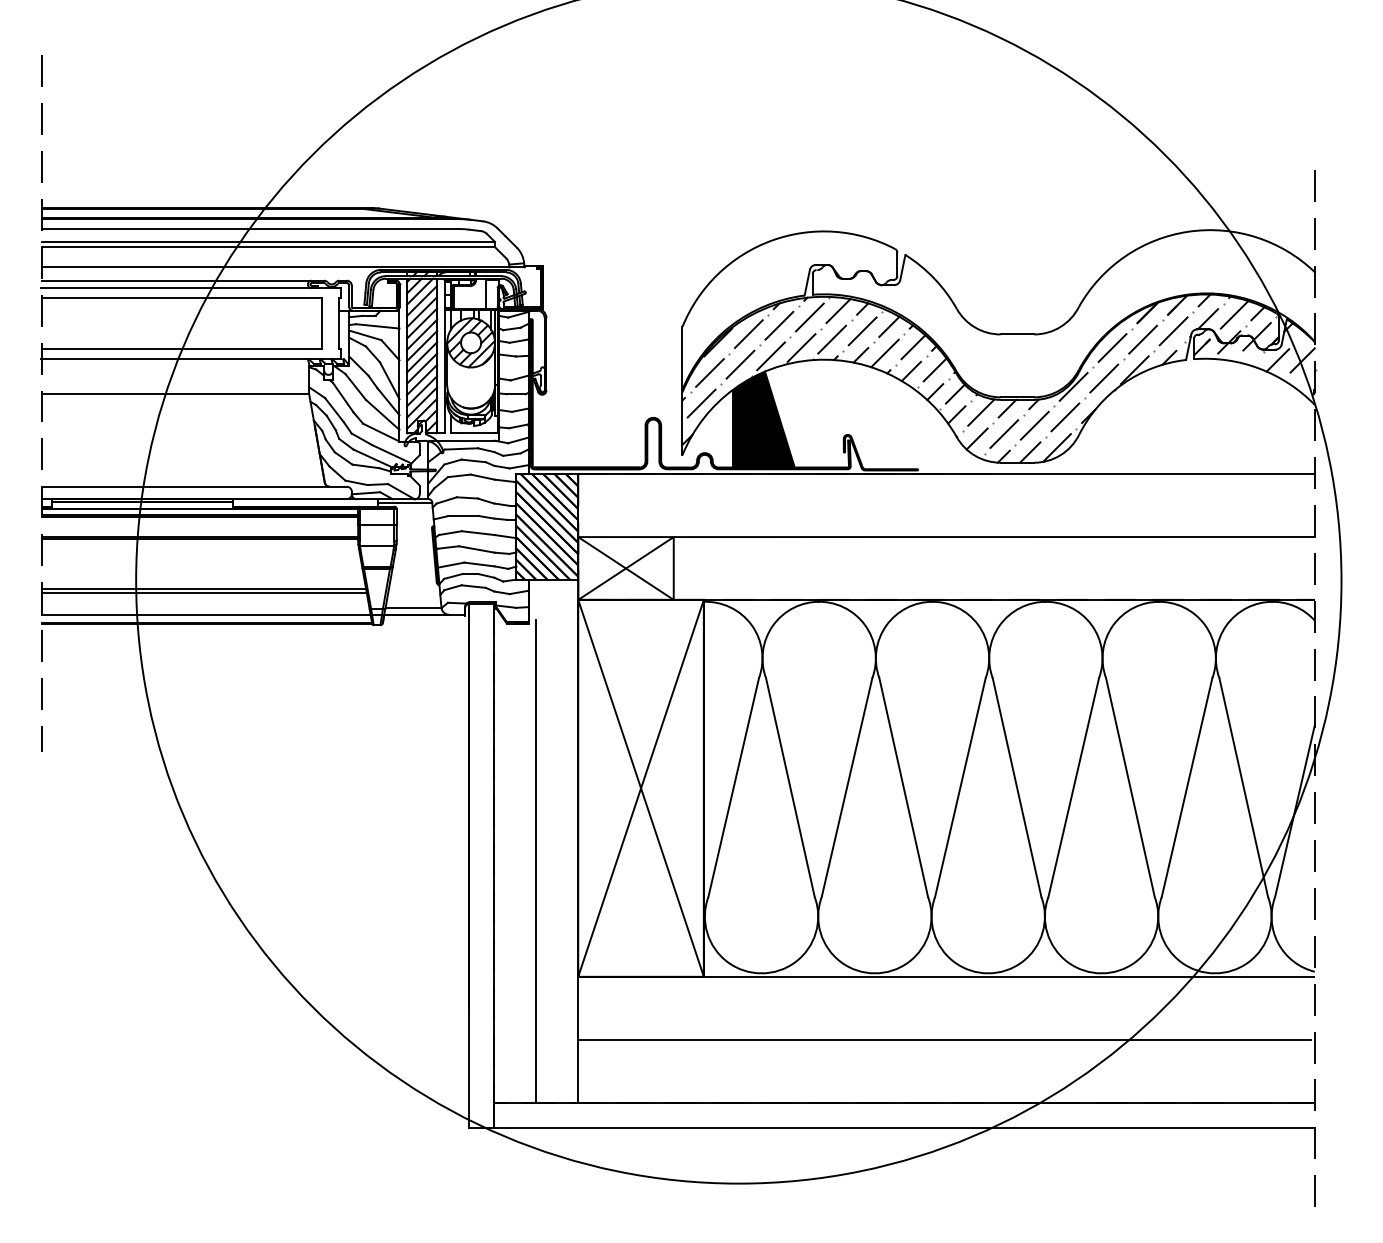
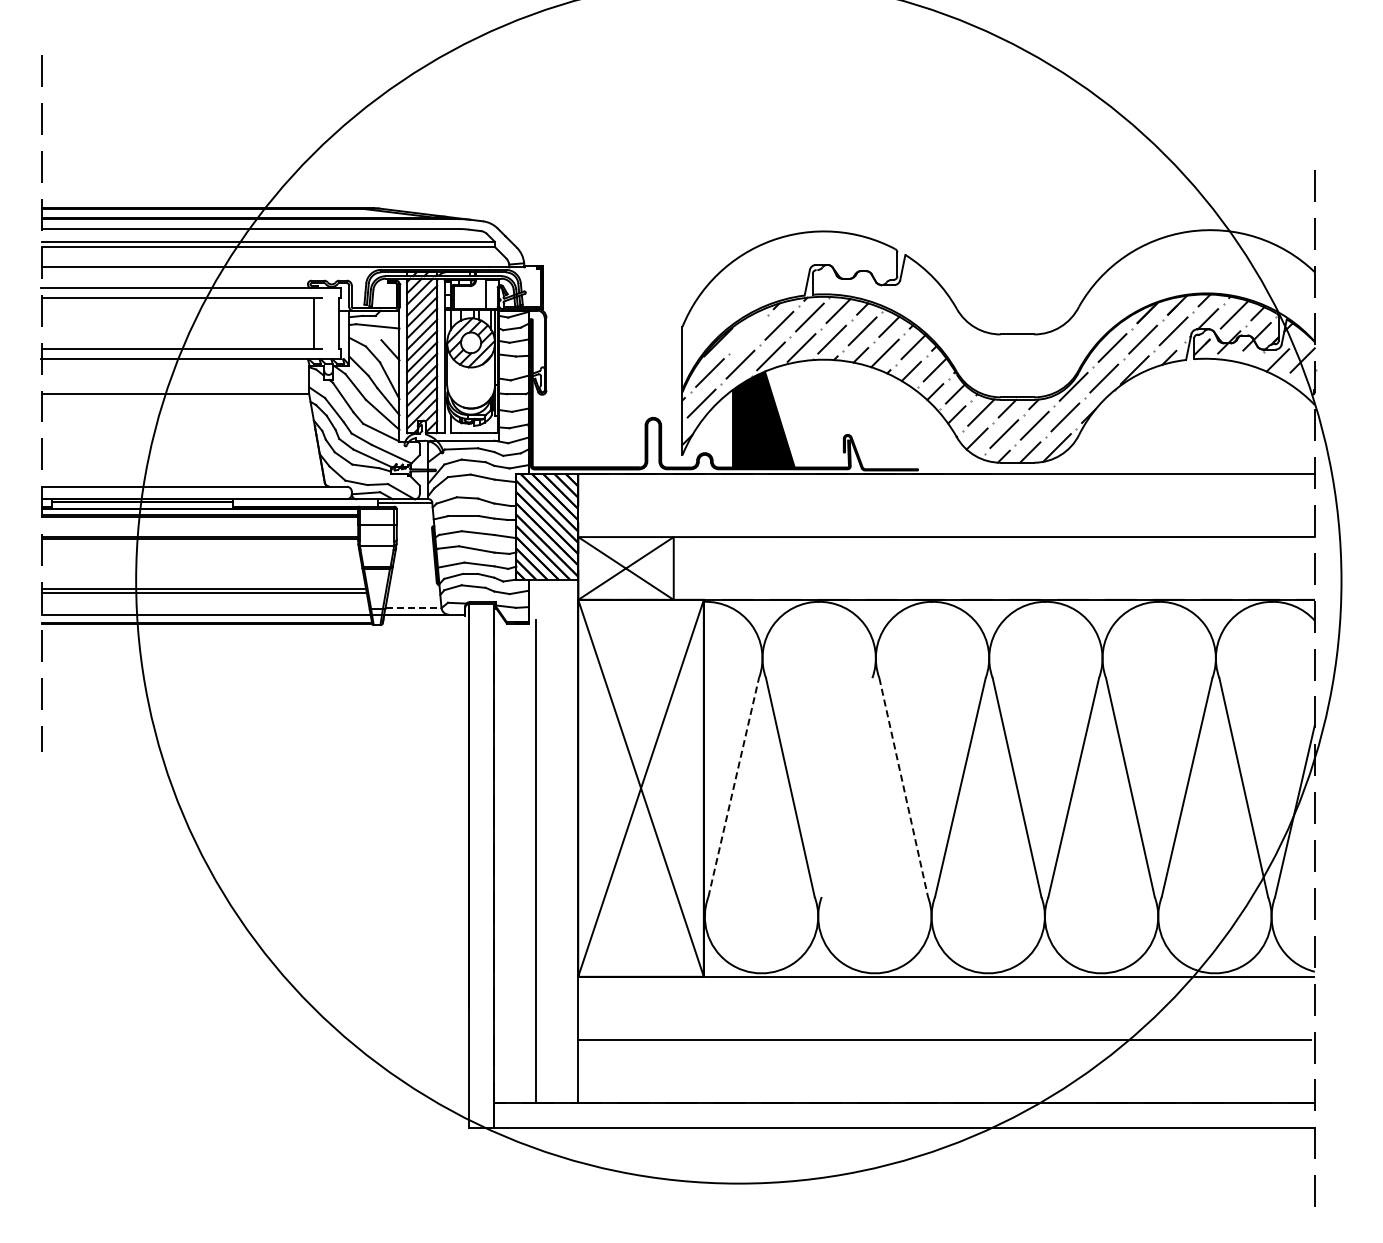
line at (176, 280): present -> none
line at (321, 323) position: (321, 323) -> (313, 323)
line at (748, 334): present -> none
line at (365, 335): present -> none
line at (413, 607): solid -> dashed
line at (733, 787): solid -> dashed
line at (846, 787): present -> none
line at (903, 788): solid -> dashed
